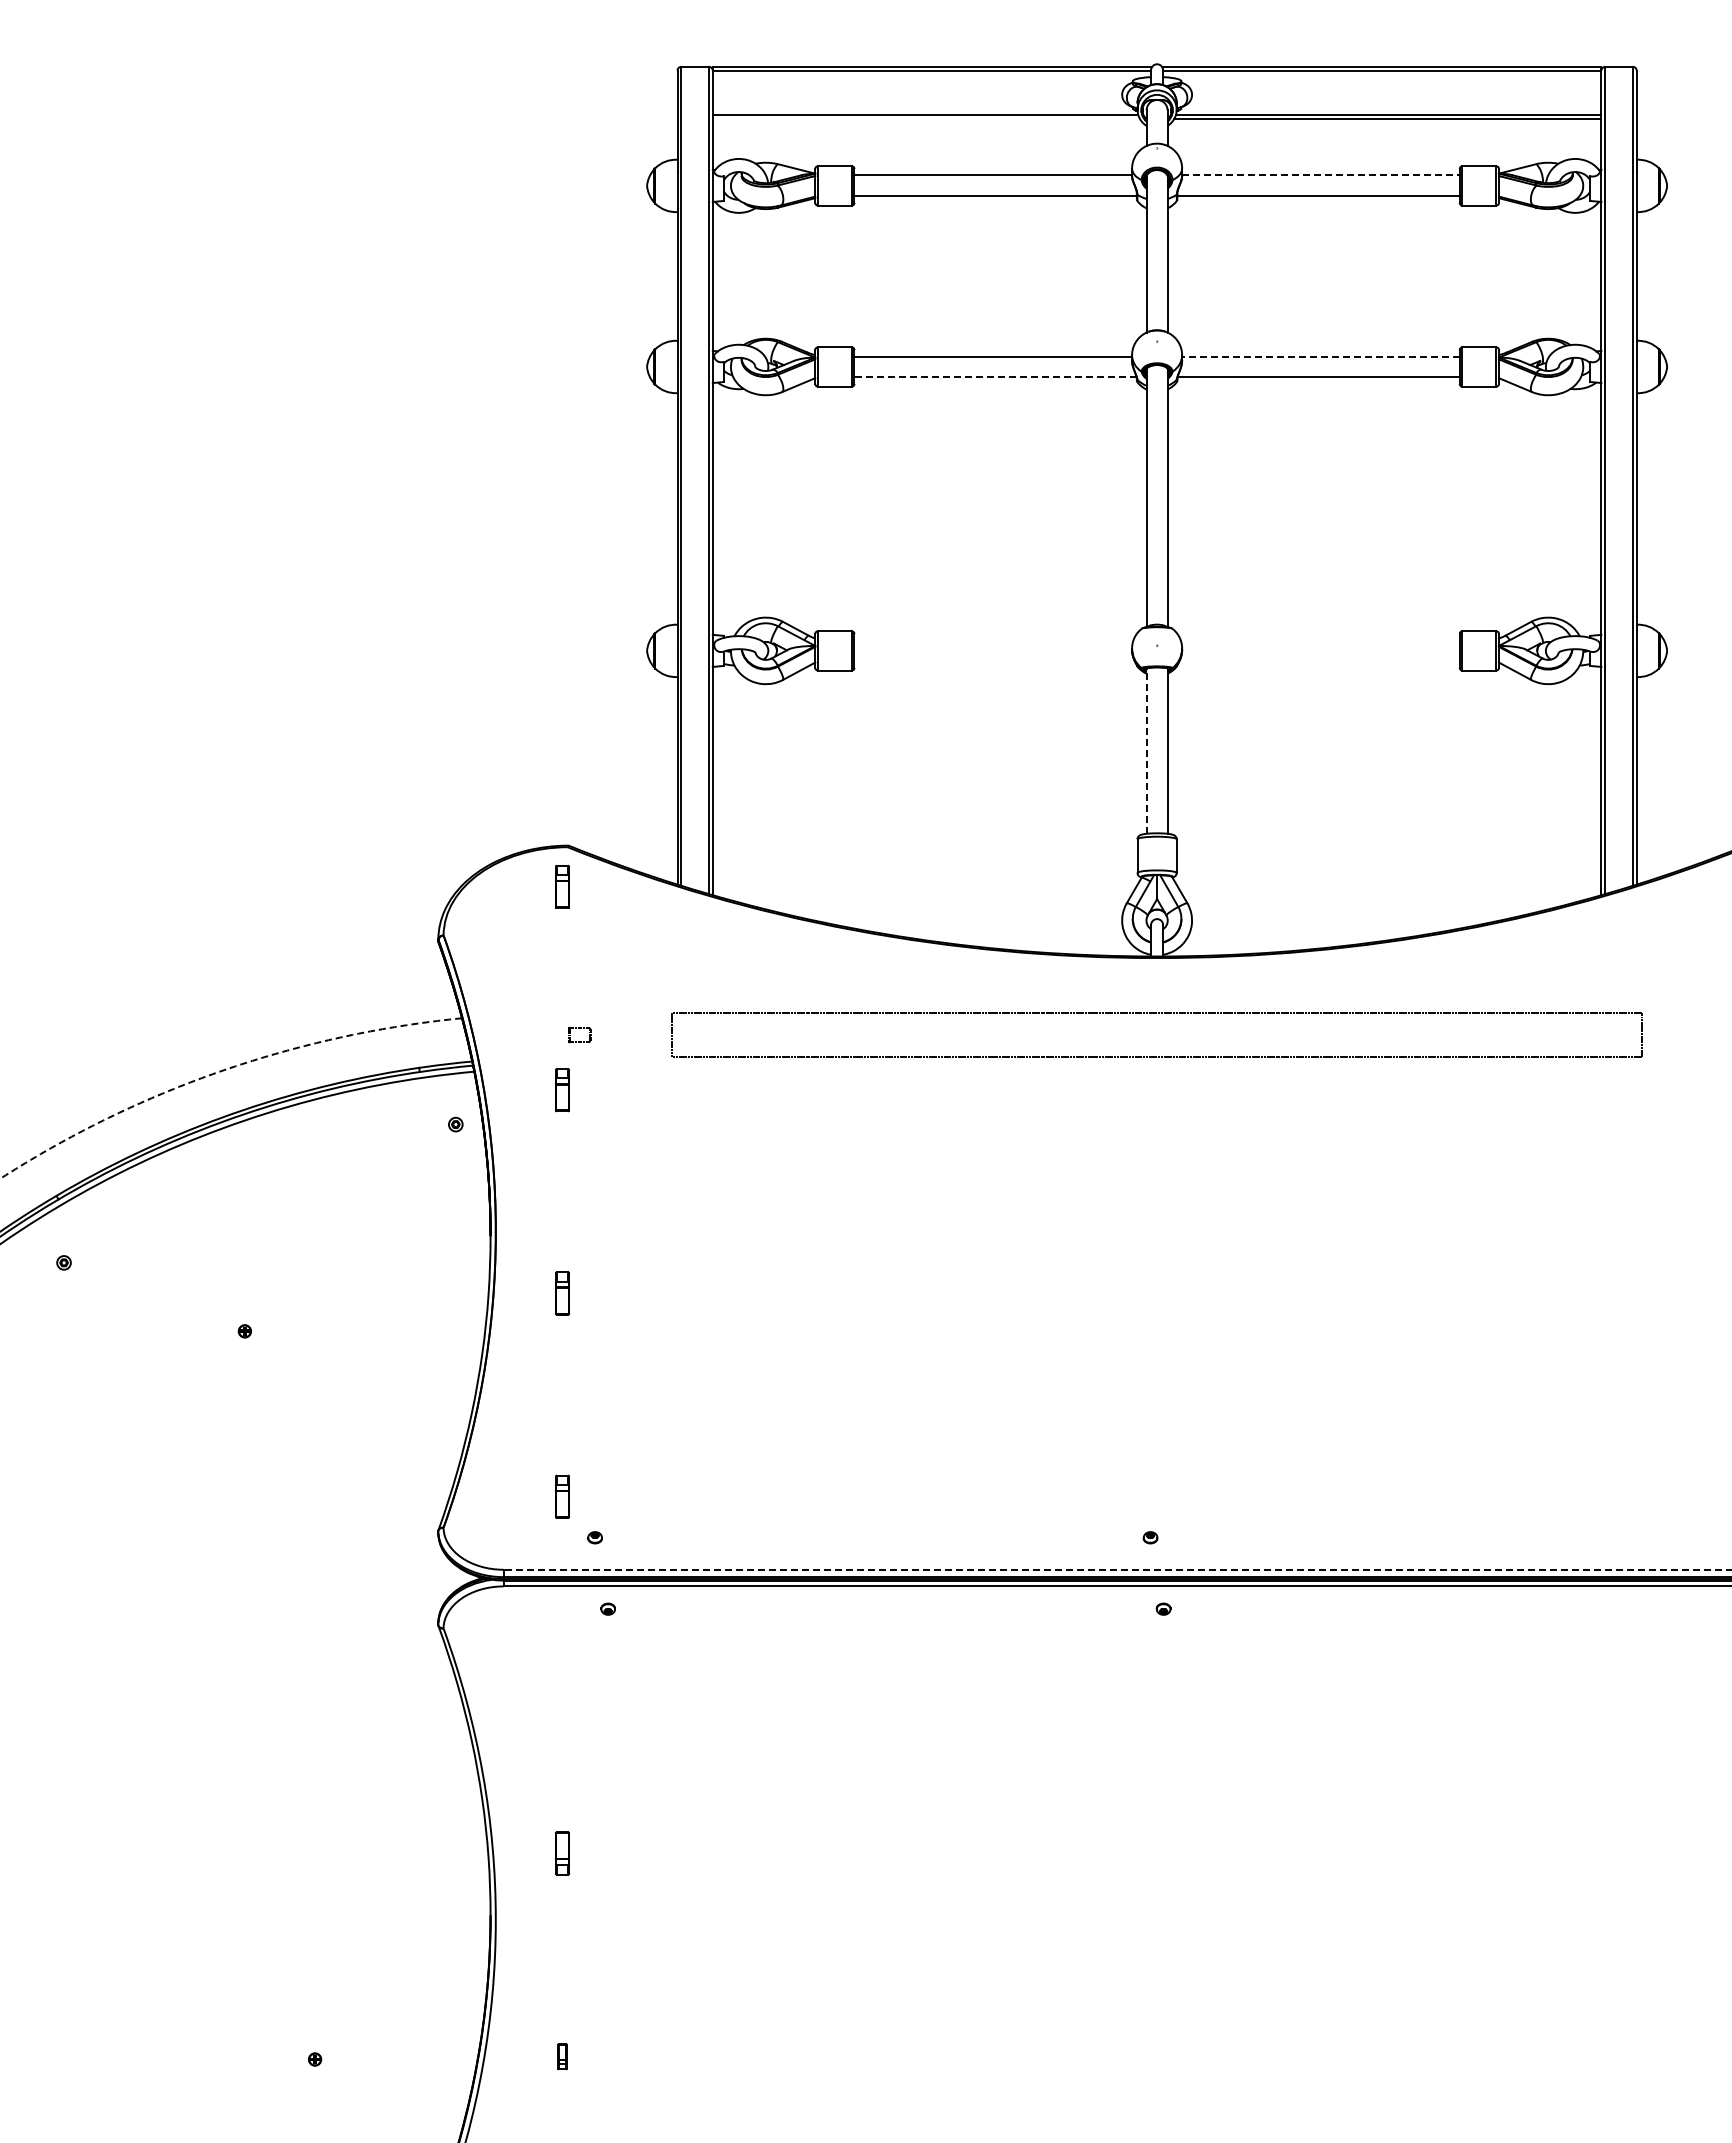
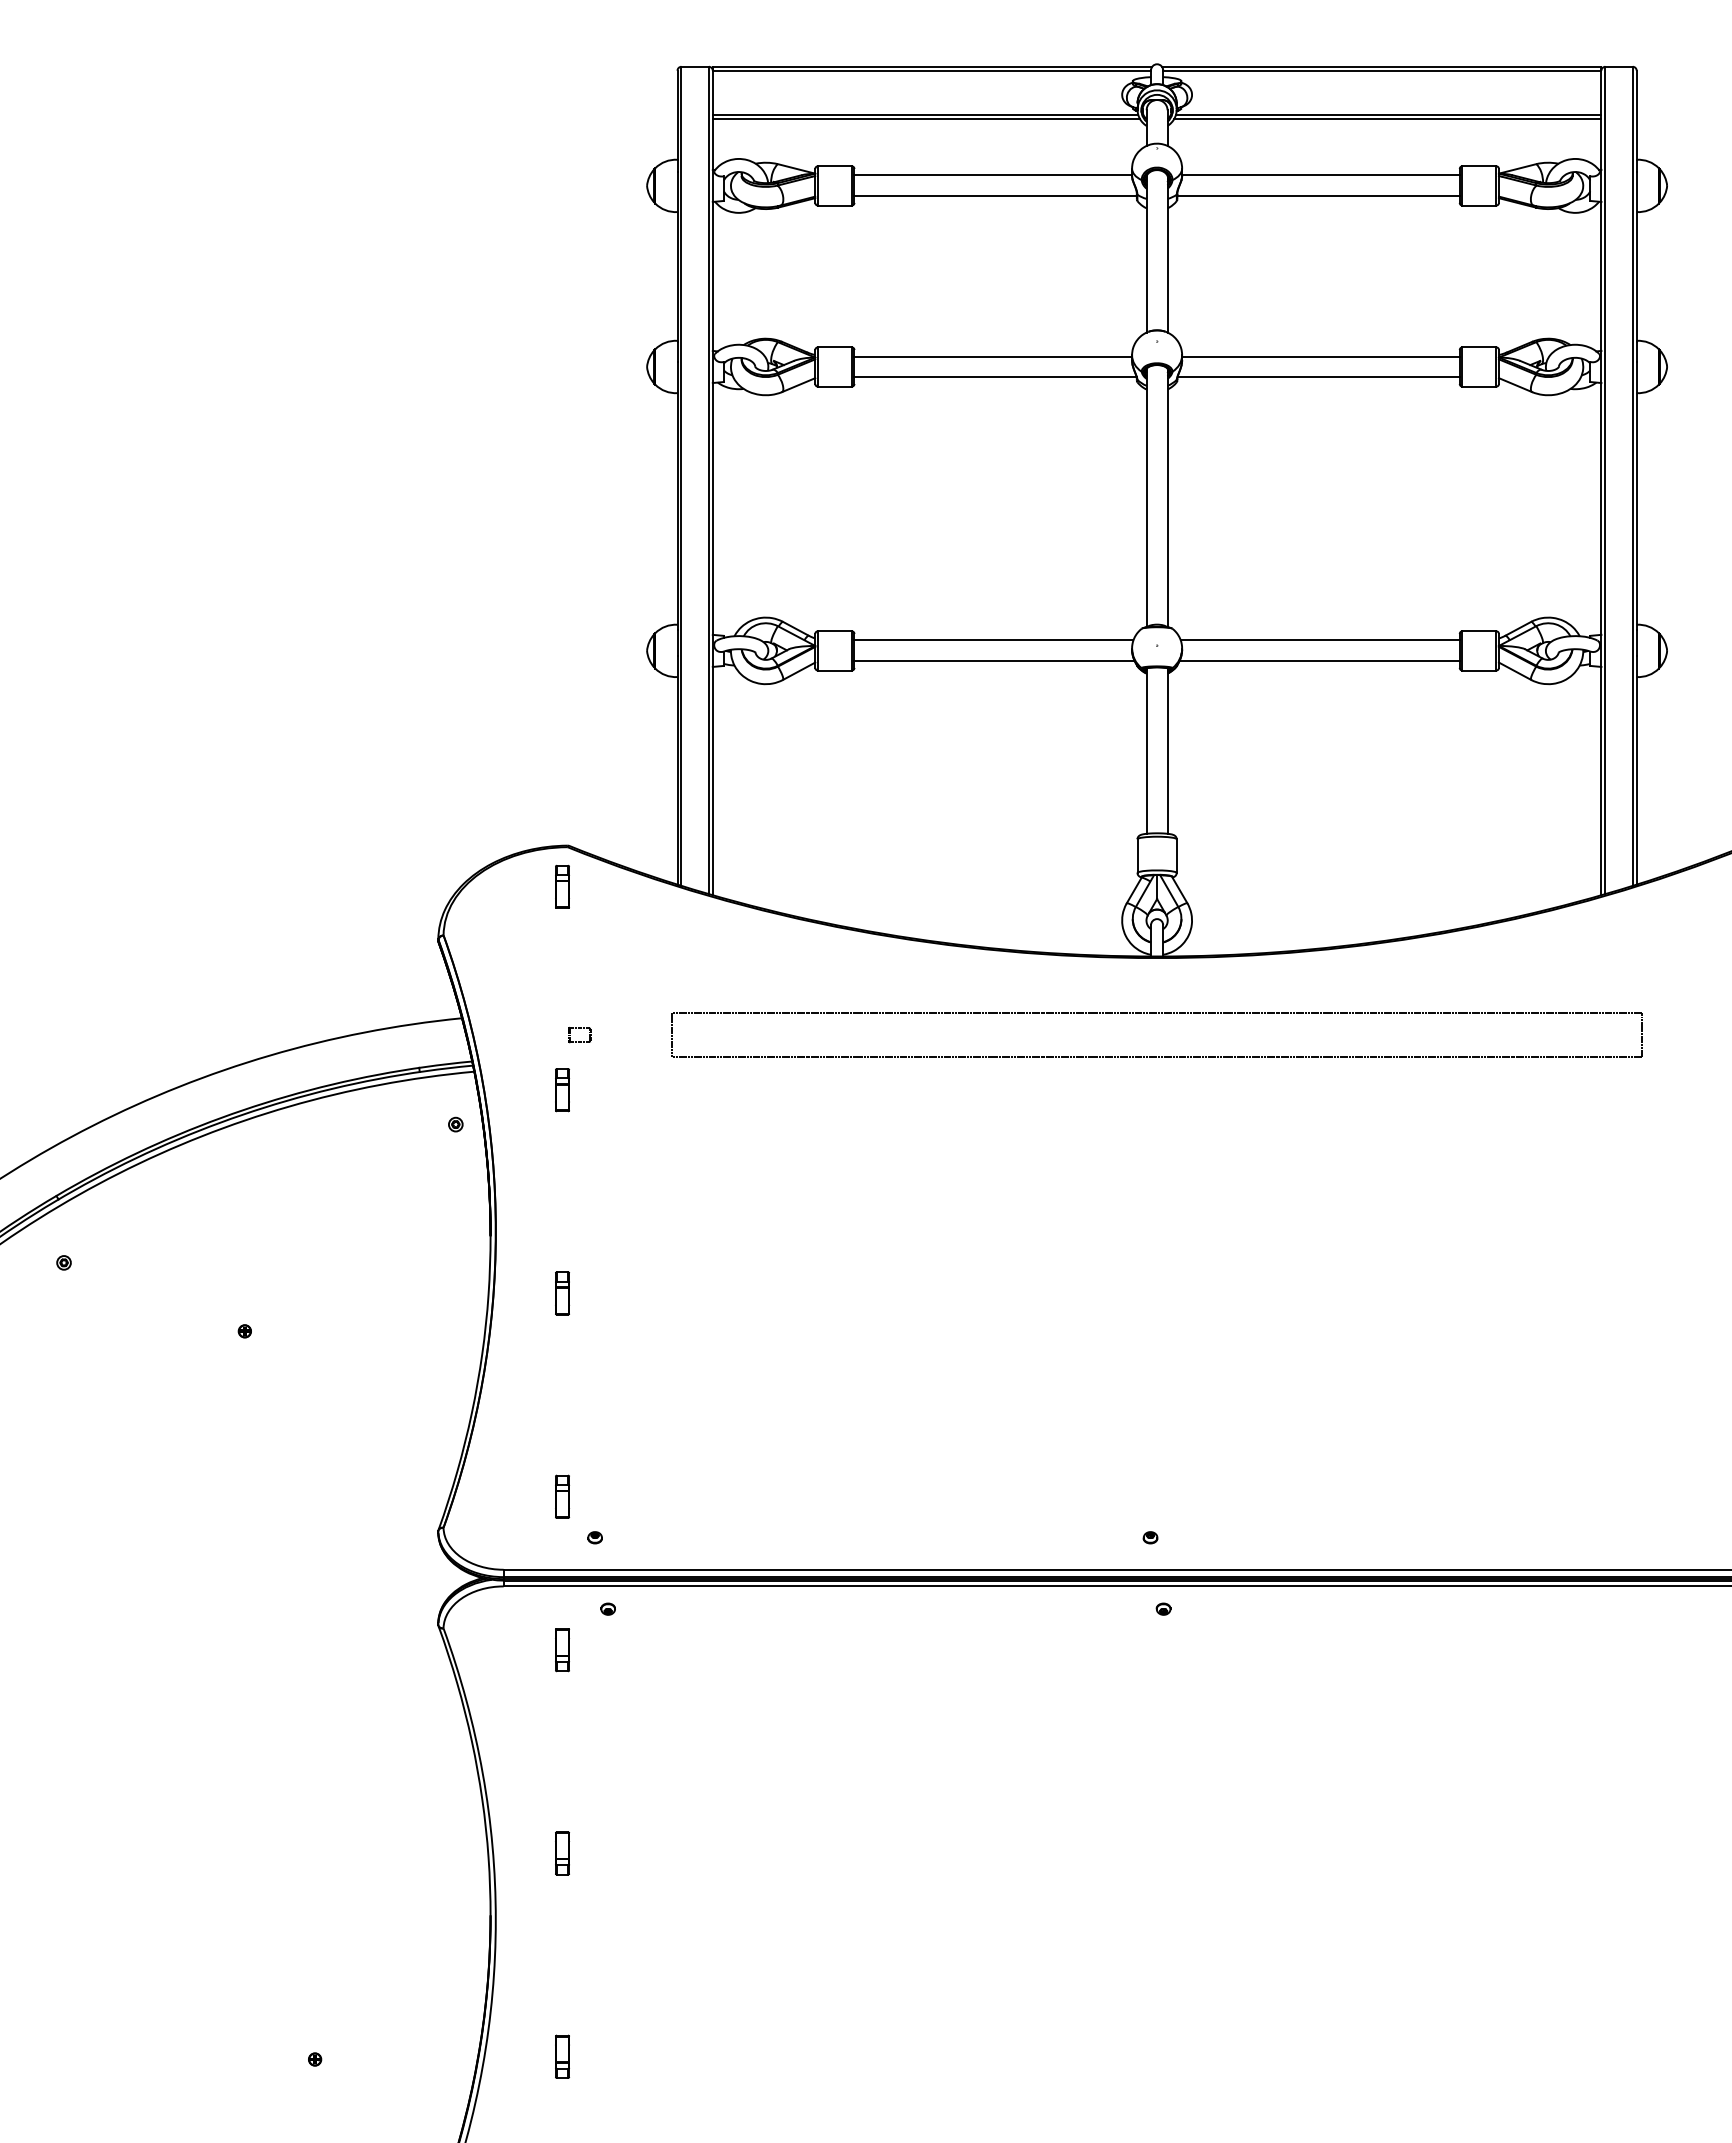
line at (926, 119): none -> present
line at (1320, 175): dashed -> solid
line at (1320, 356): dashed -> solid
line at (995, 377): dashed -> solid
line at (993, 640): none -> present
line at (1319, 640): none -> present
line at (994, 661): none -> present
line at (1319, 661): none -> present
line at (1146, 751): dashed -> solid
arc at (223, 1070): dashed -> solid
line at (1117, 1569): dashed -> solid
part at (562, 1650): none -> present
part at (562, 2056) size: 11x28 px -> 15x45 px
